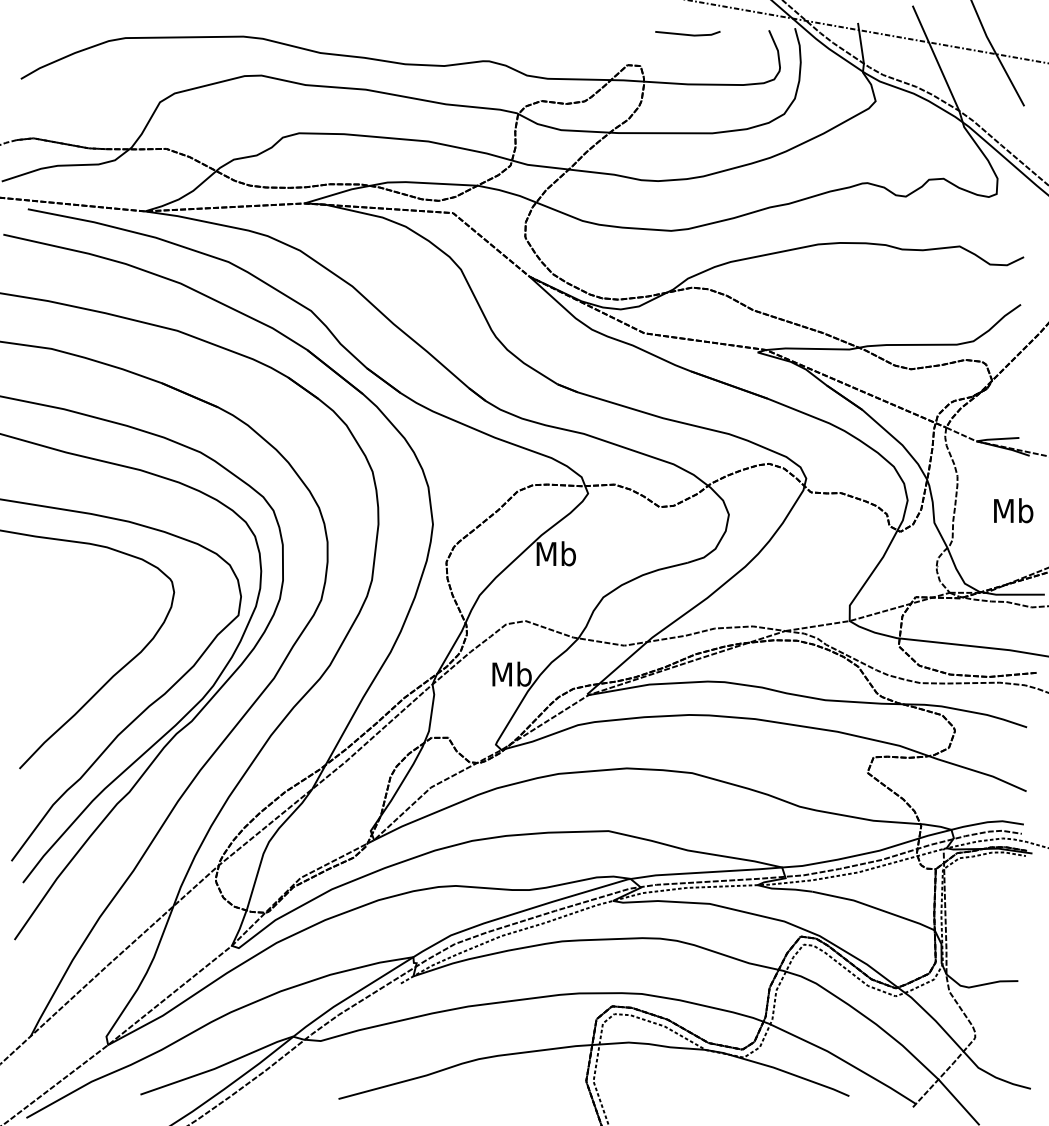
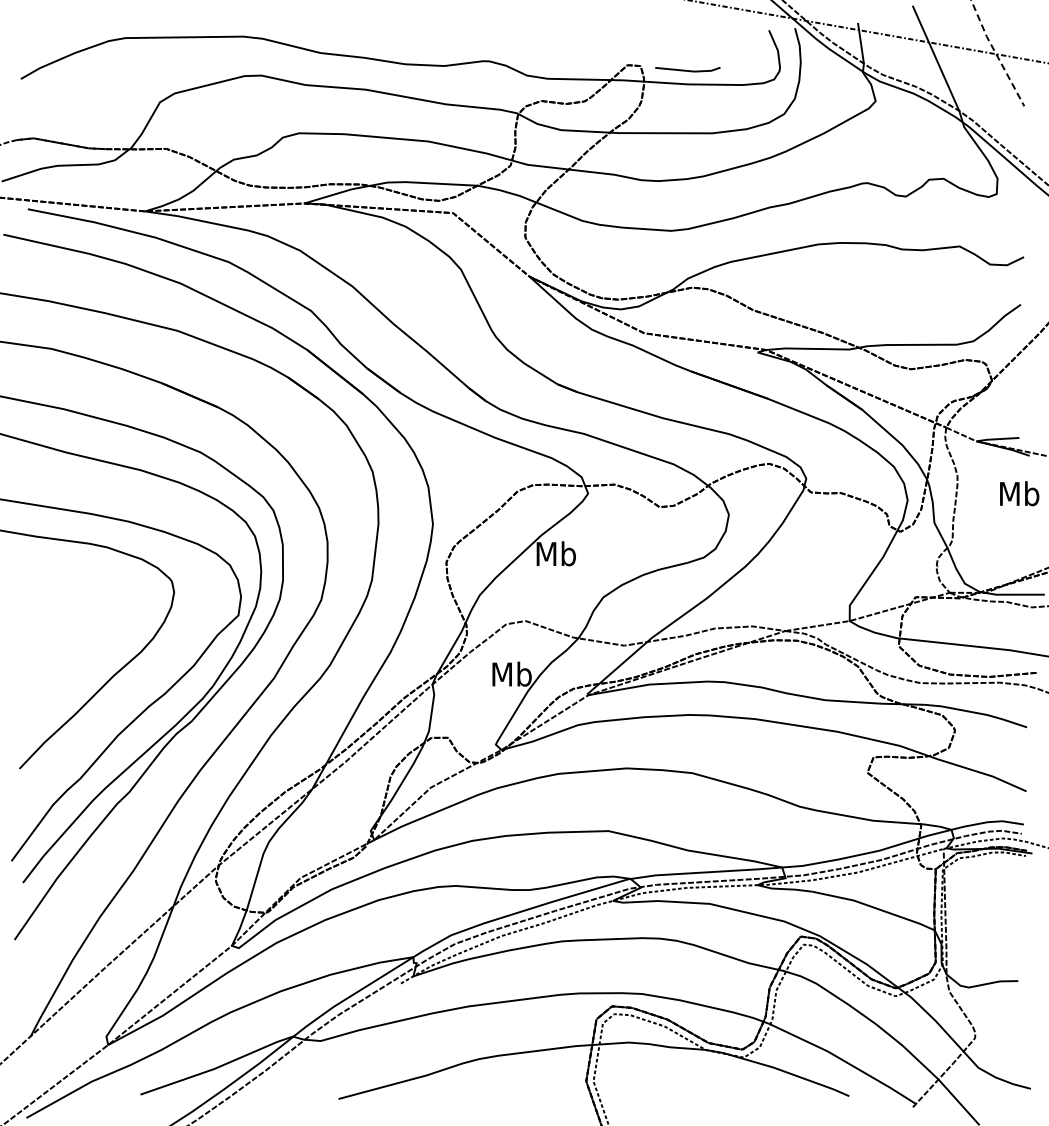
line at (687, 34) position: (687, 34) -> (687, 70)
line at (996, 54): solid -> dashed
text at (1013, 510) position: (1013, 510) -> (1019, 493)
